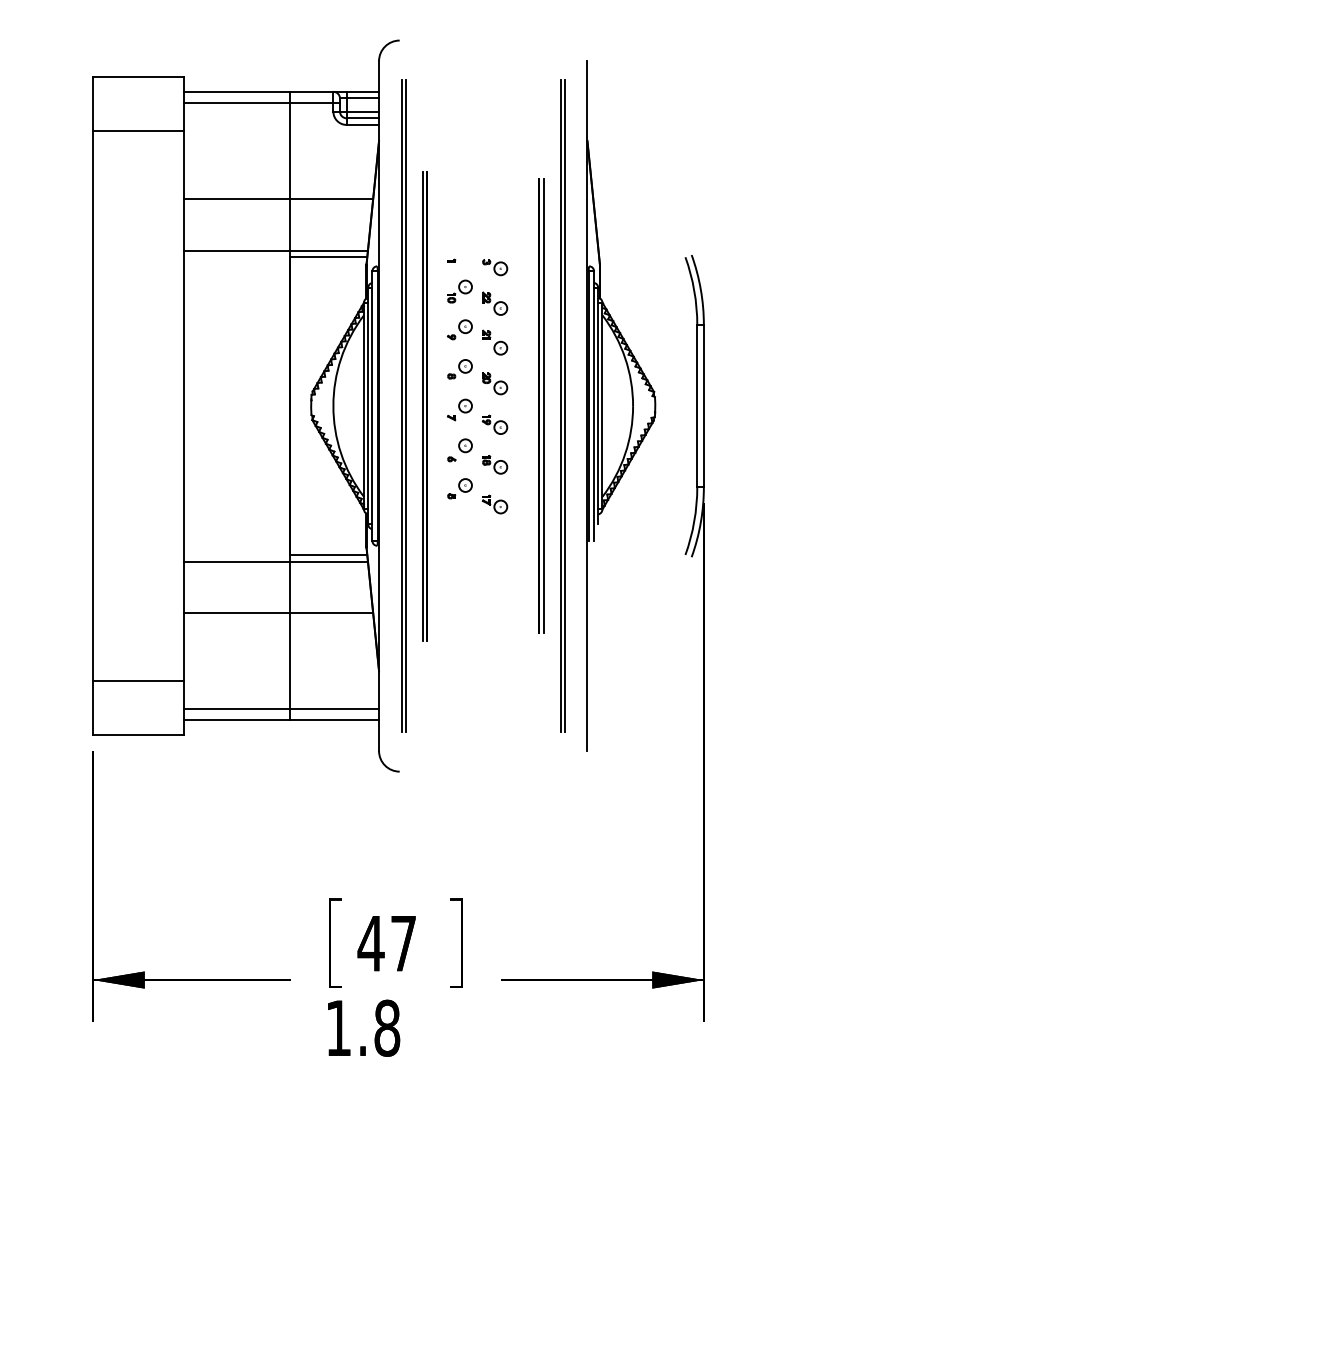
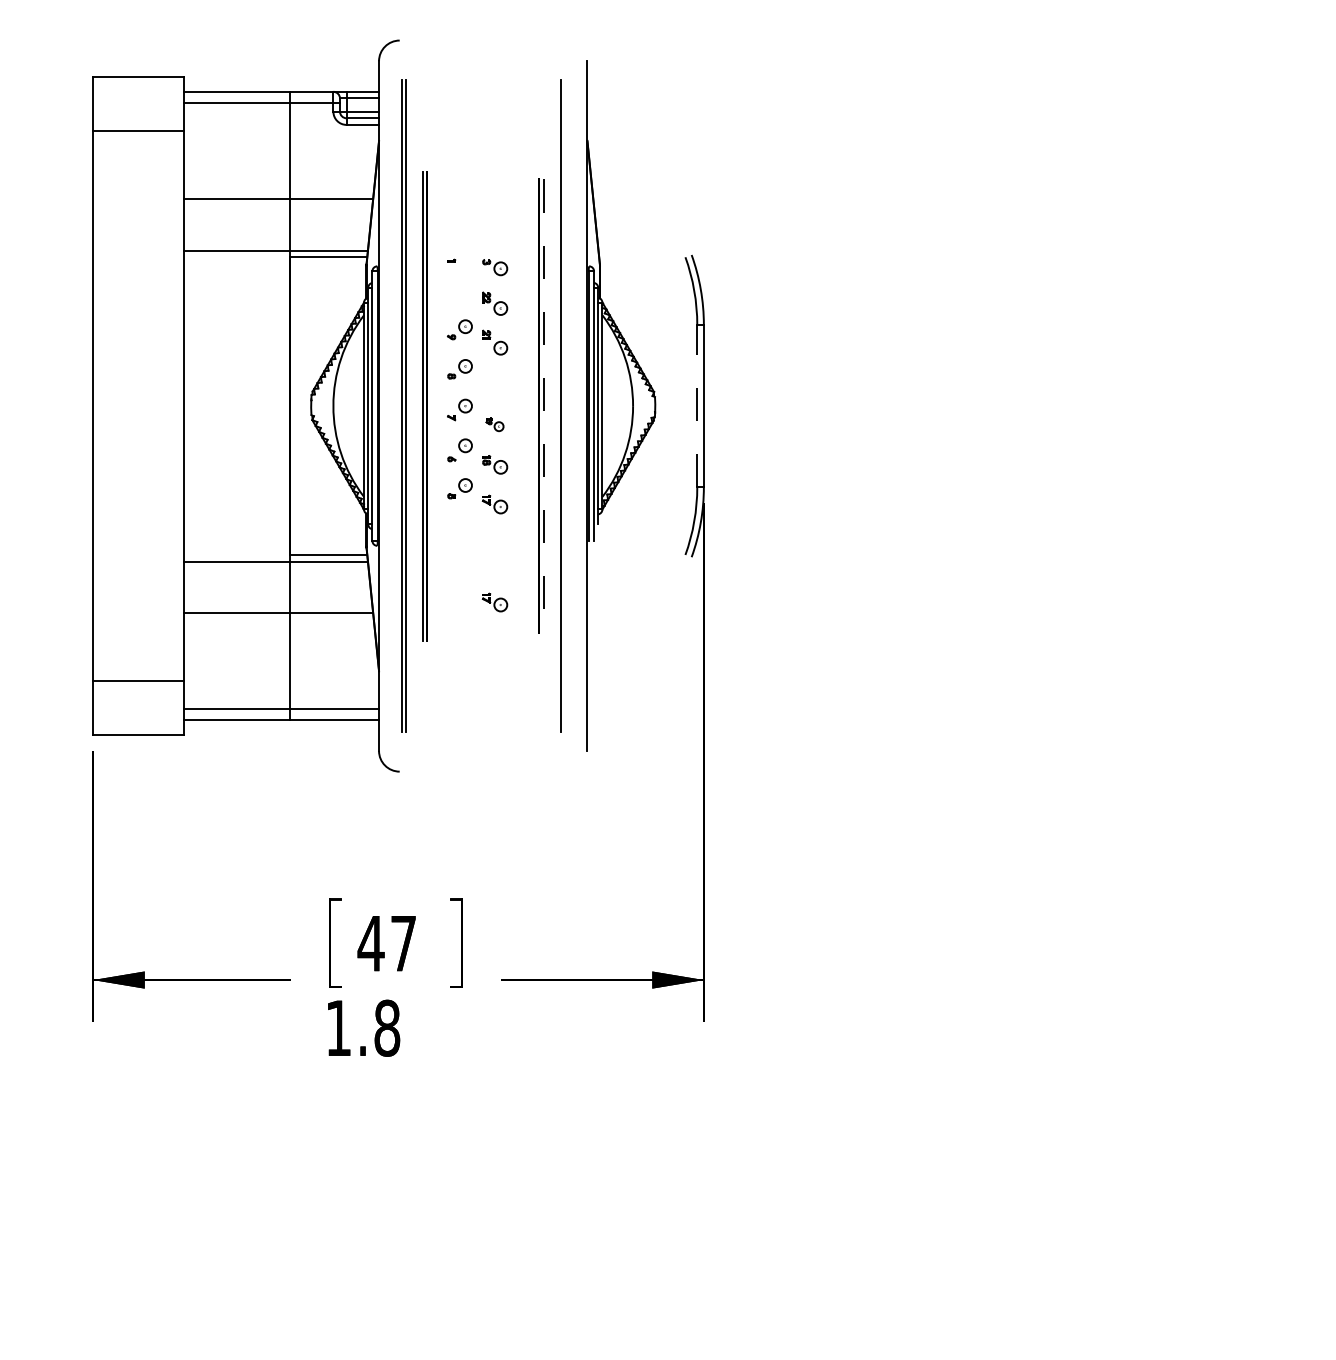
part at (459, 291): present -> none
part at (495, 383): present -> none
line at (697, 405): solid -> dashed
line at (543, 406): solid -> dashed
line at (564, 406): present -> none
part at (494, 424) size: 28x21 px -> 20x16 px
part at (494, 602): none -> present
